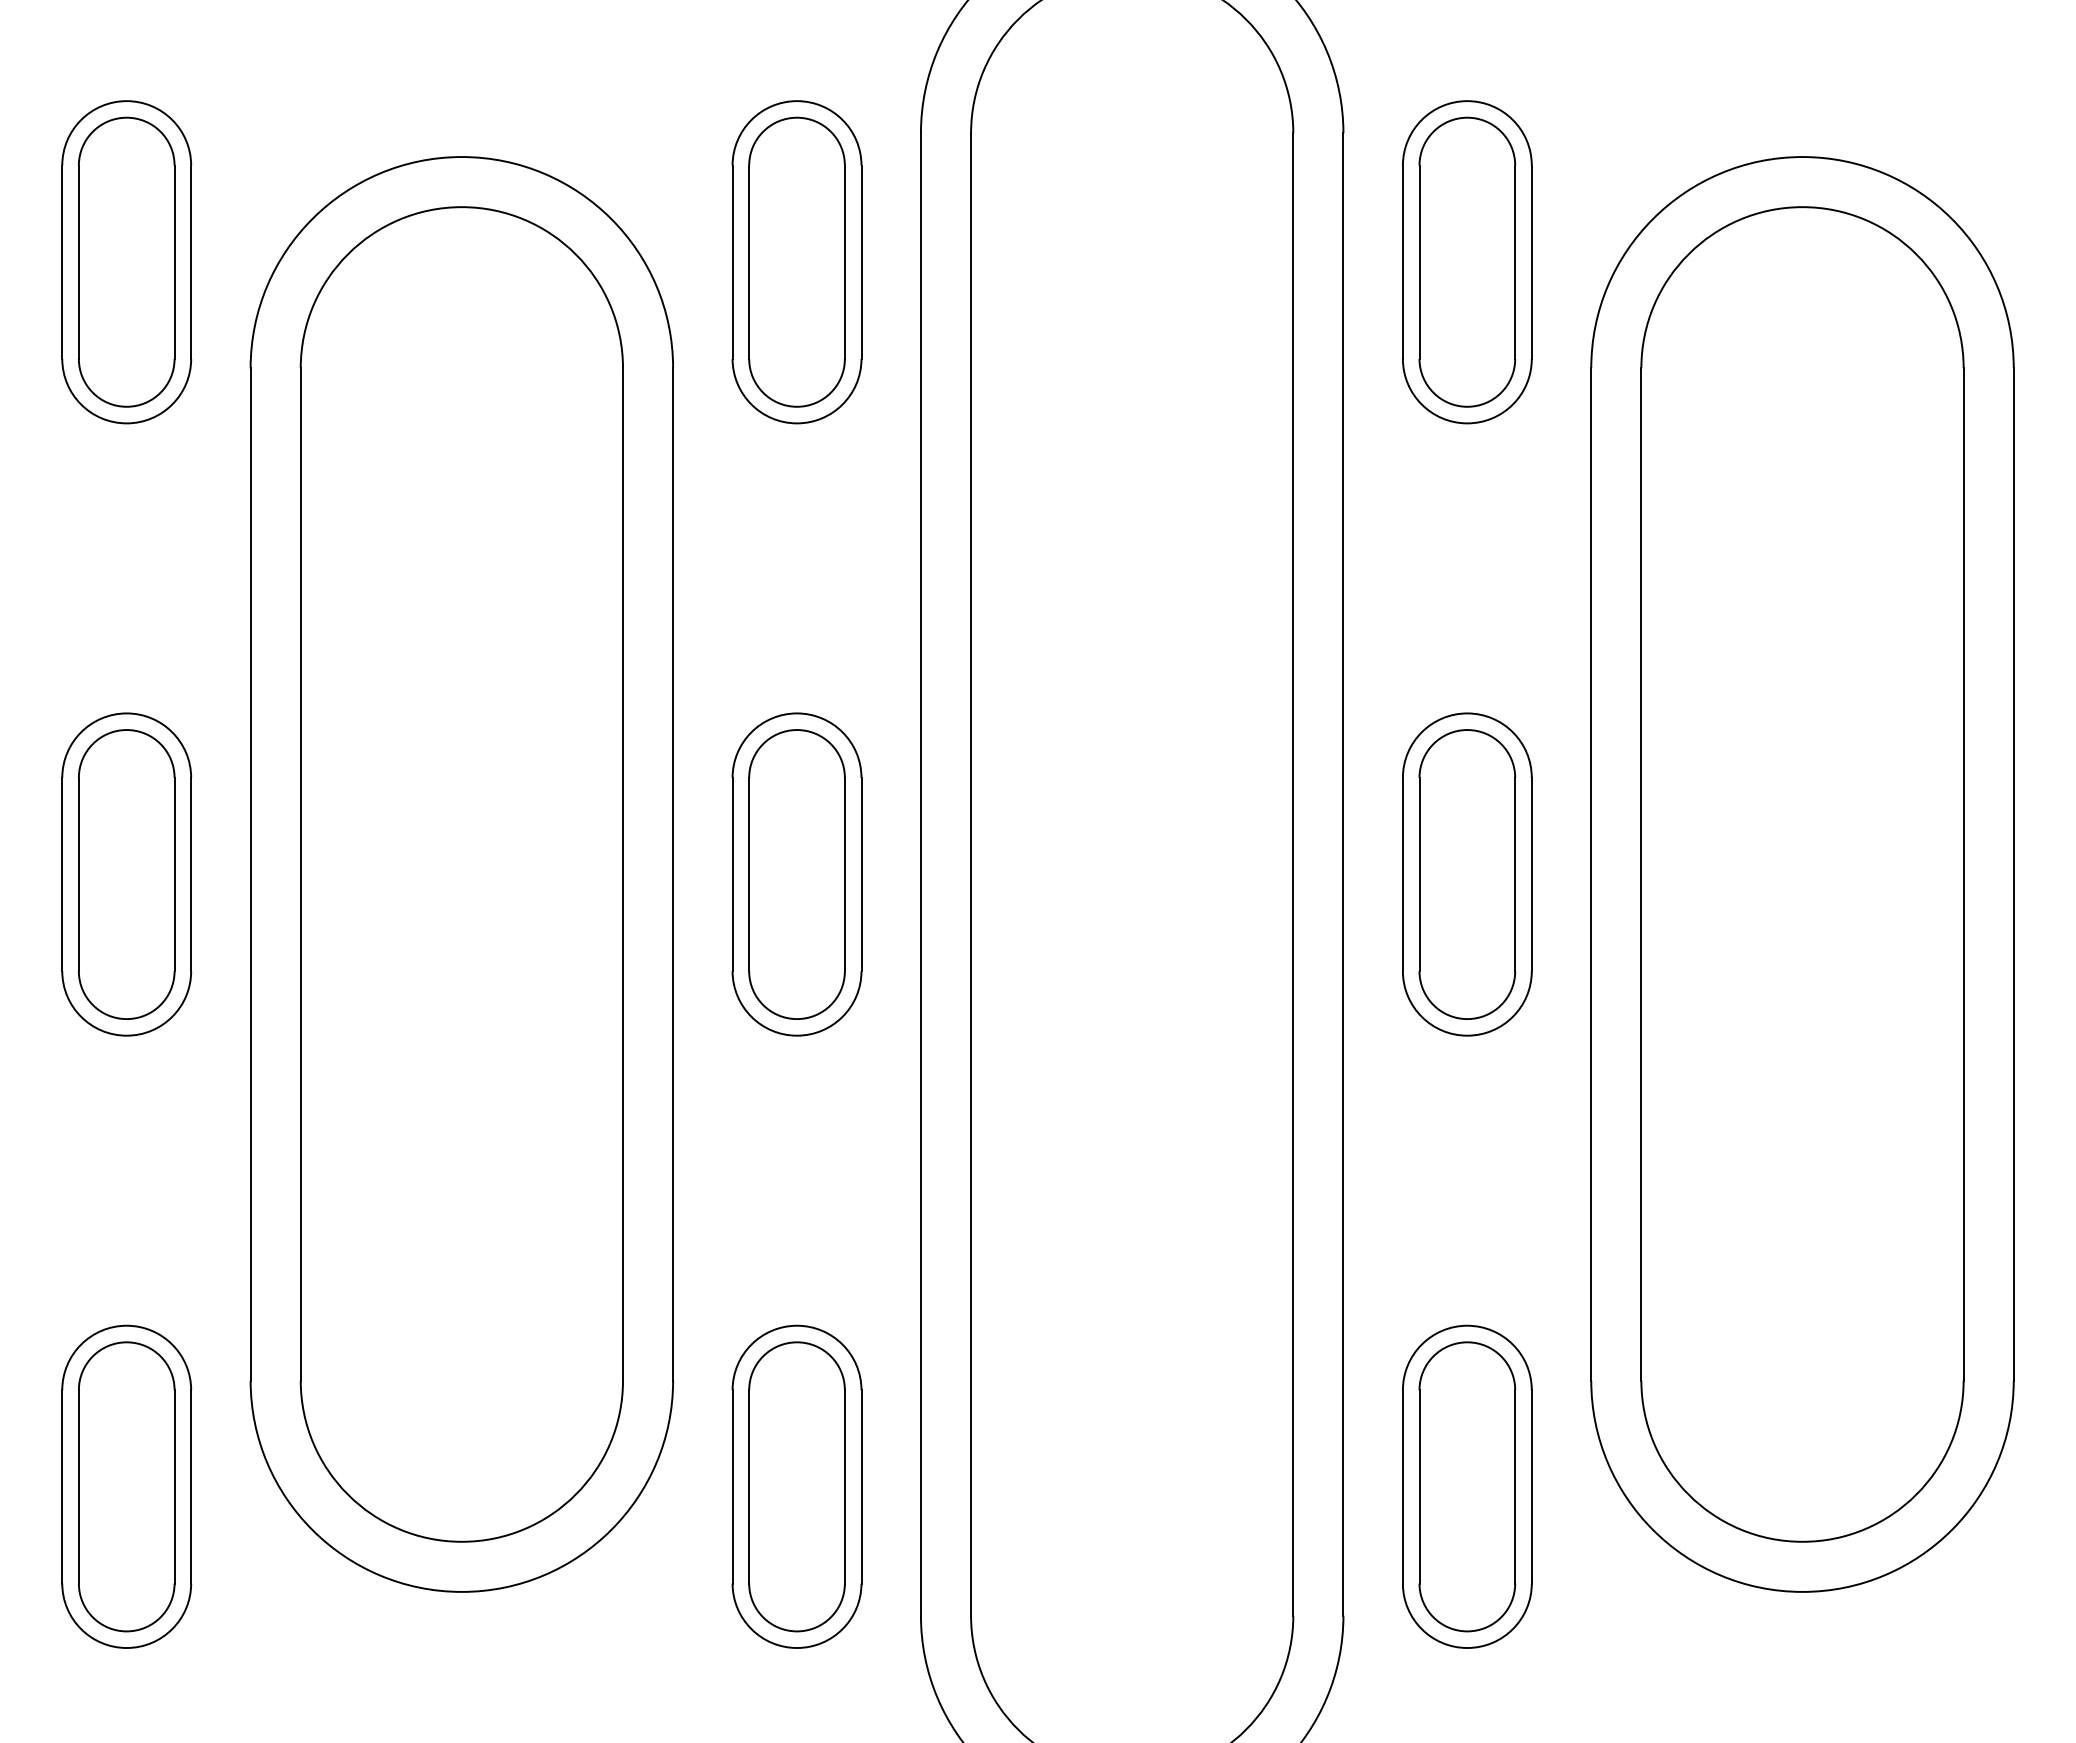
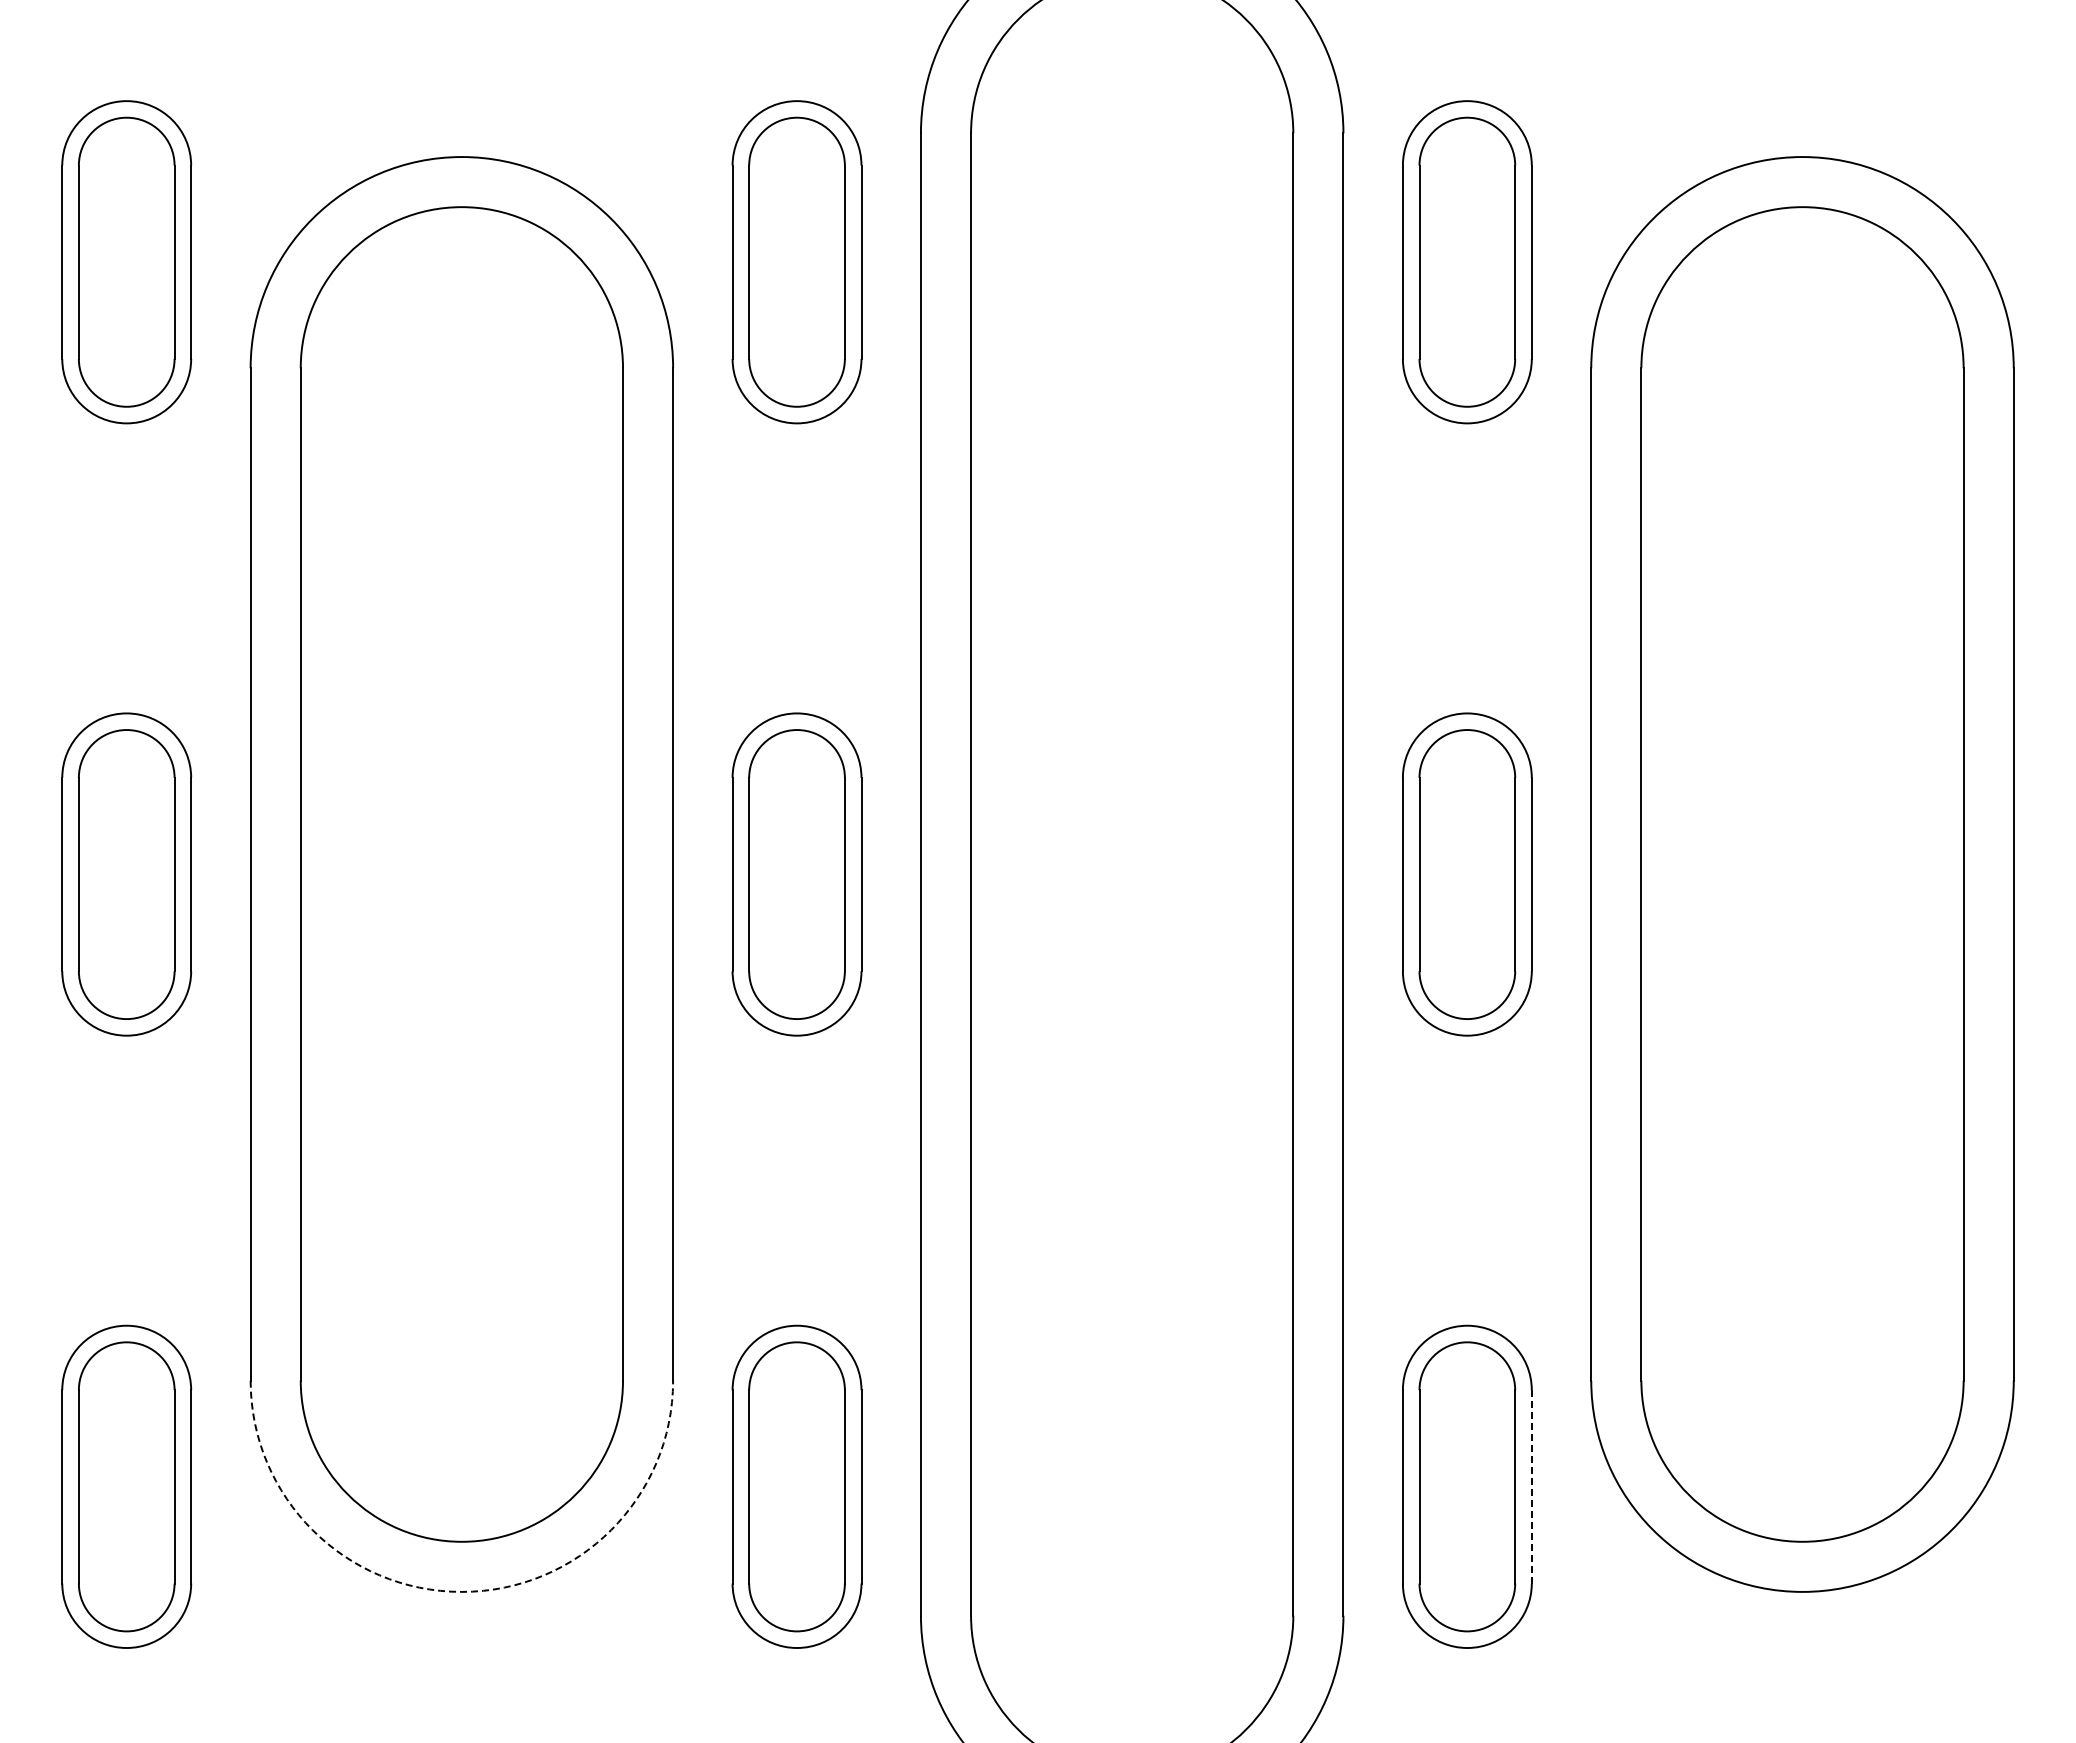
line at (1531, 1486): solid -> dashed
arc at (461, 1591): solid -> dashed
